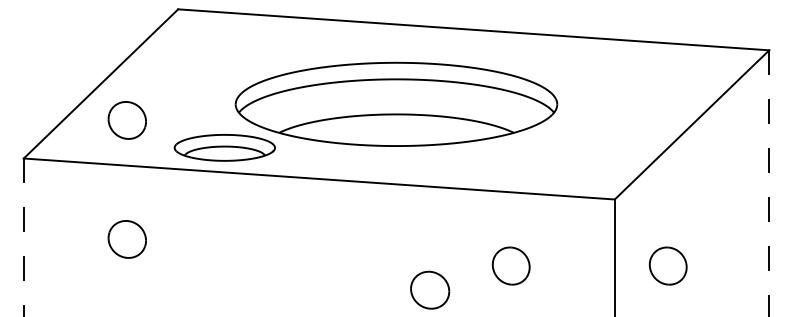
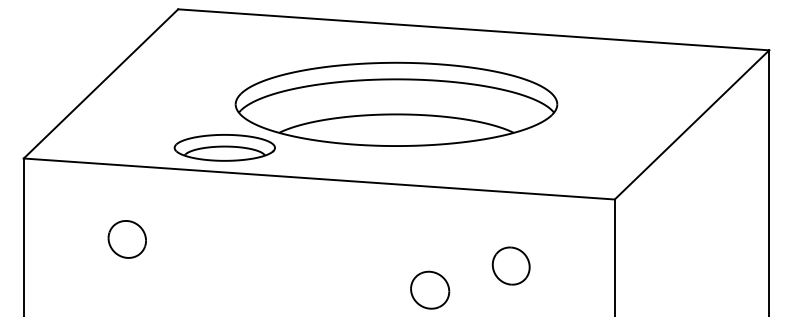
part at (126, 120): present -> none
line at (769, 183): dashed -> solid
line at (23, 237): dashed -> solid
part at (667, 265): present -> none
